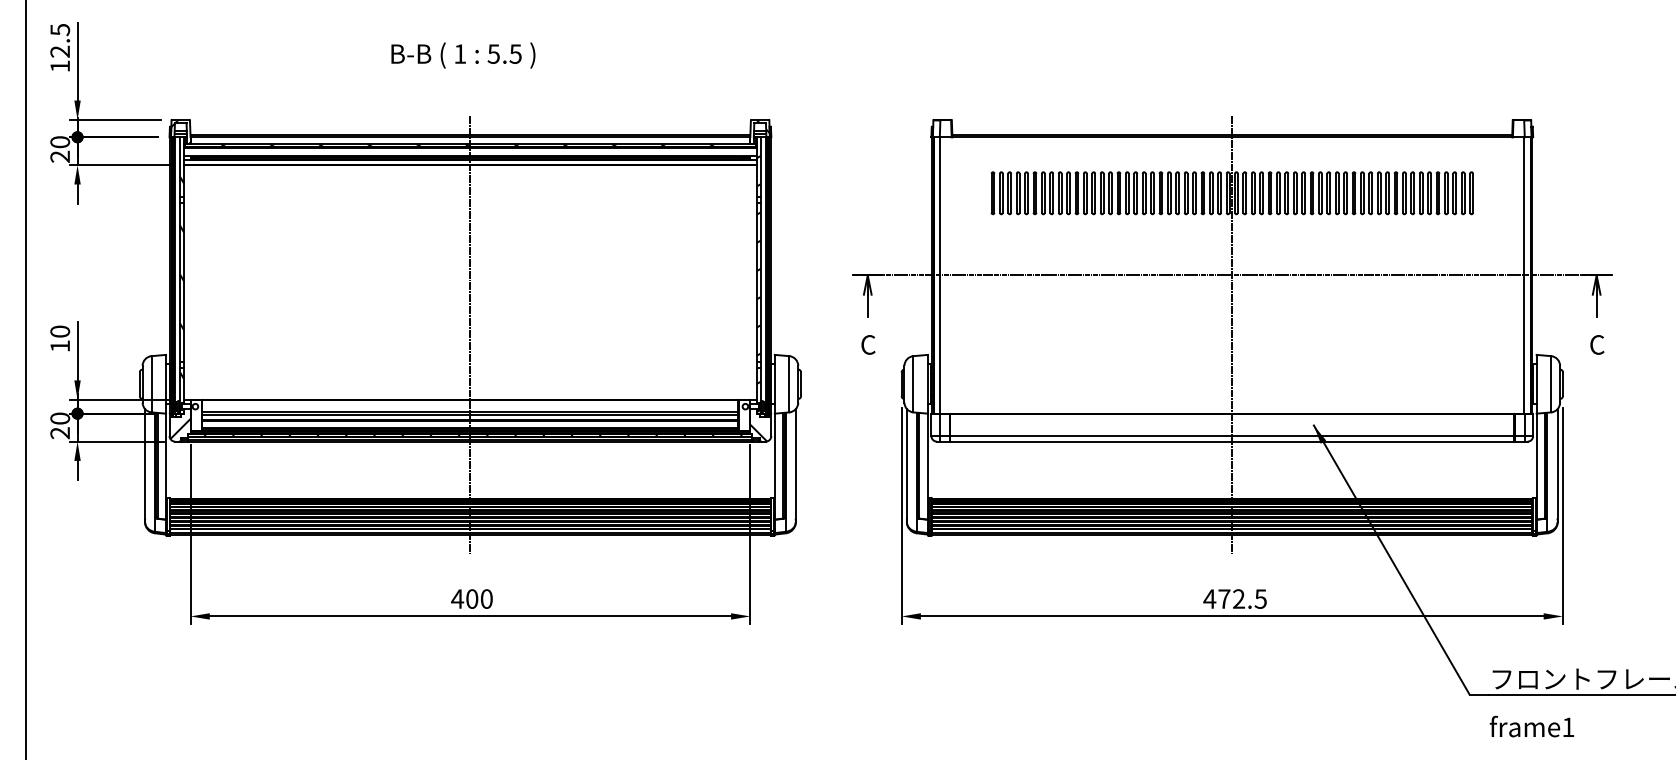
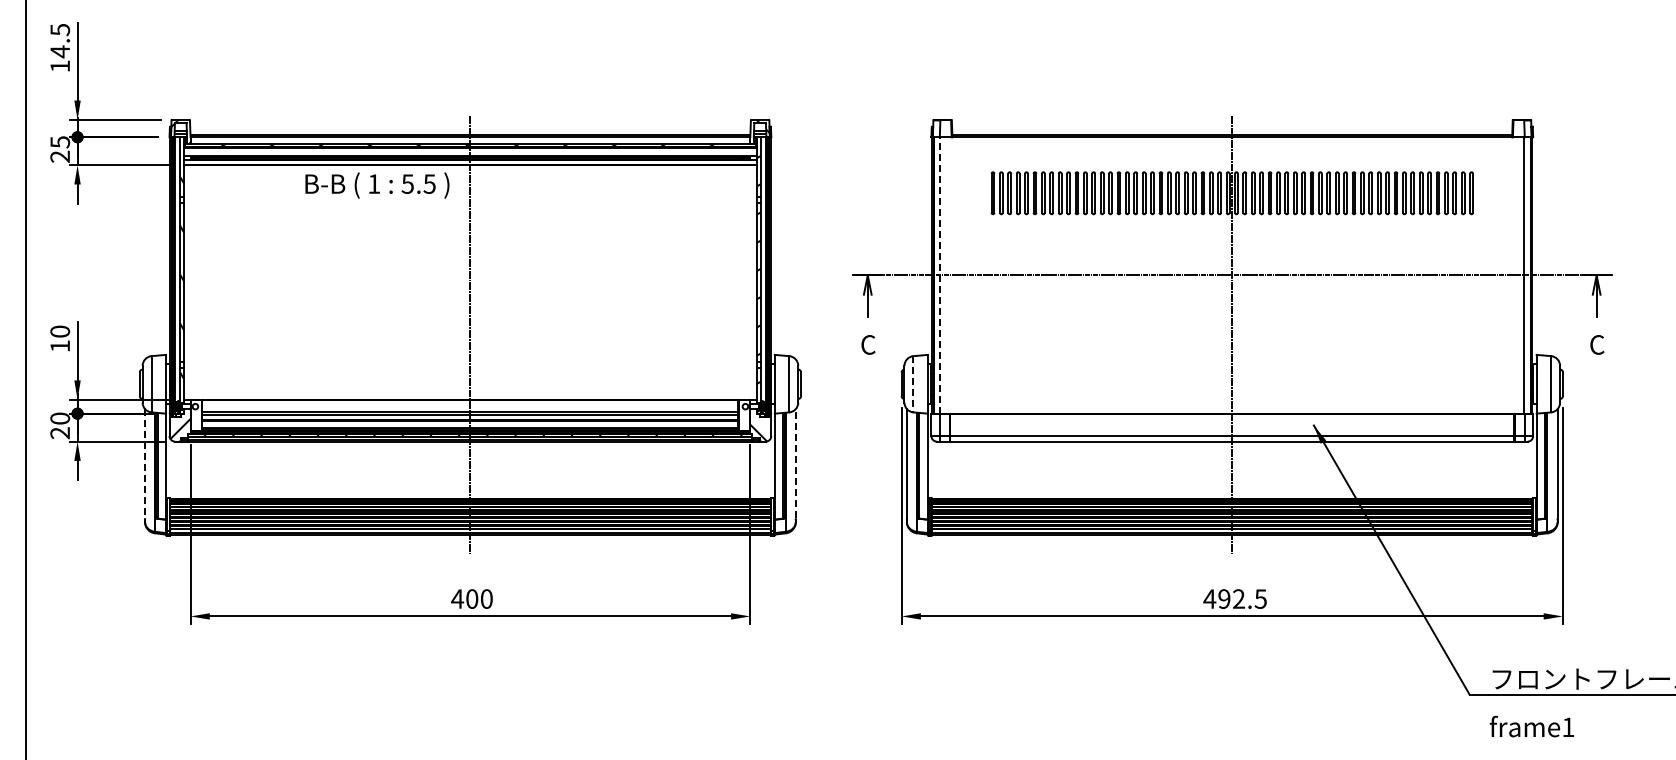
text at (59, 51): 12.5 -> 14.5
text at (463, 55) position: (463, 55) -> (377, 185)
text at (59, 142): 20 -> 25
line at (940, 274): solid -> dashed
line at (913, 384): solid -> dashed
line at (145, 463): solid -> dashed
line at (795, 463): solid -> dashed
text at (1224, 598): 472.5 -> 492.5
